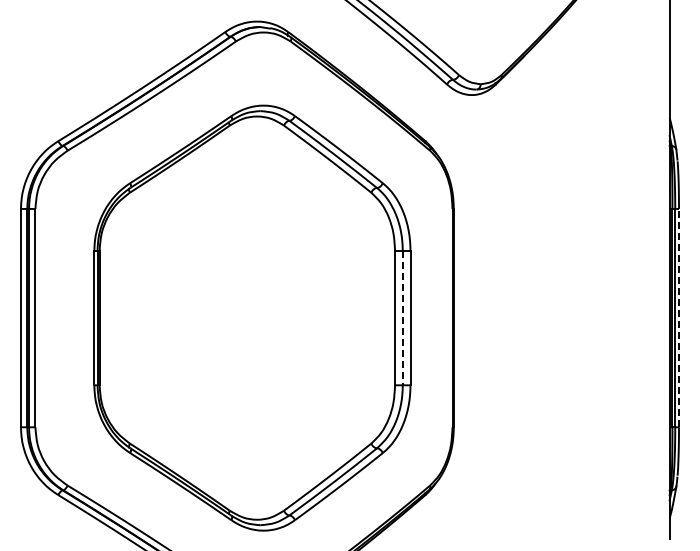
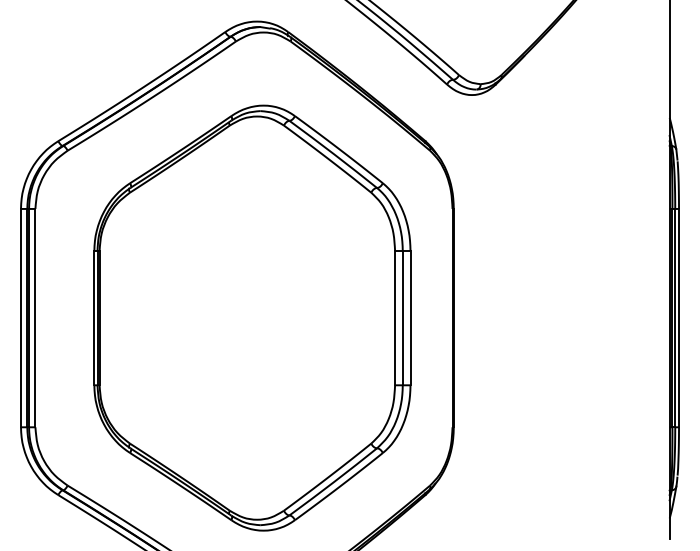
line at (679, 317): dashed -> solid
line at (402, 318): dashed -> solid
